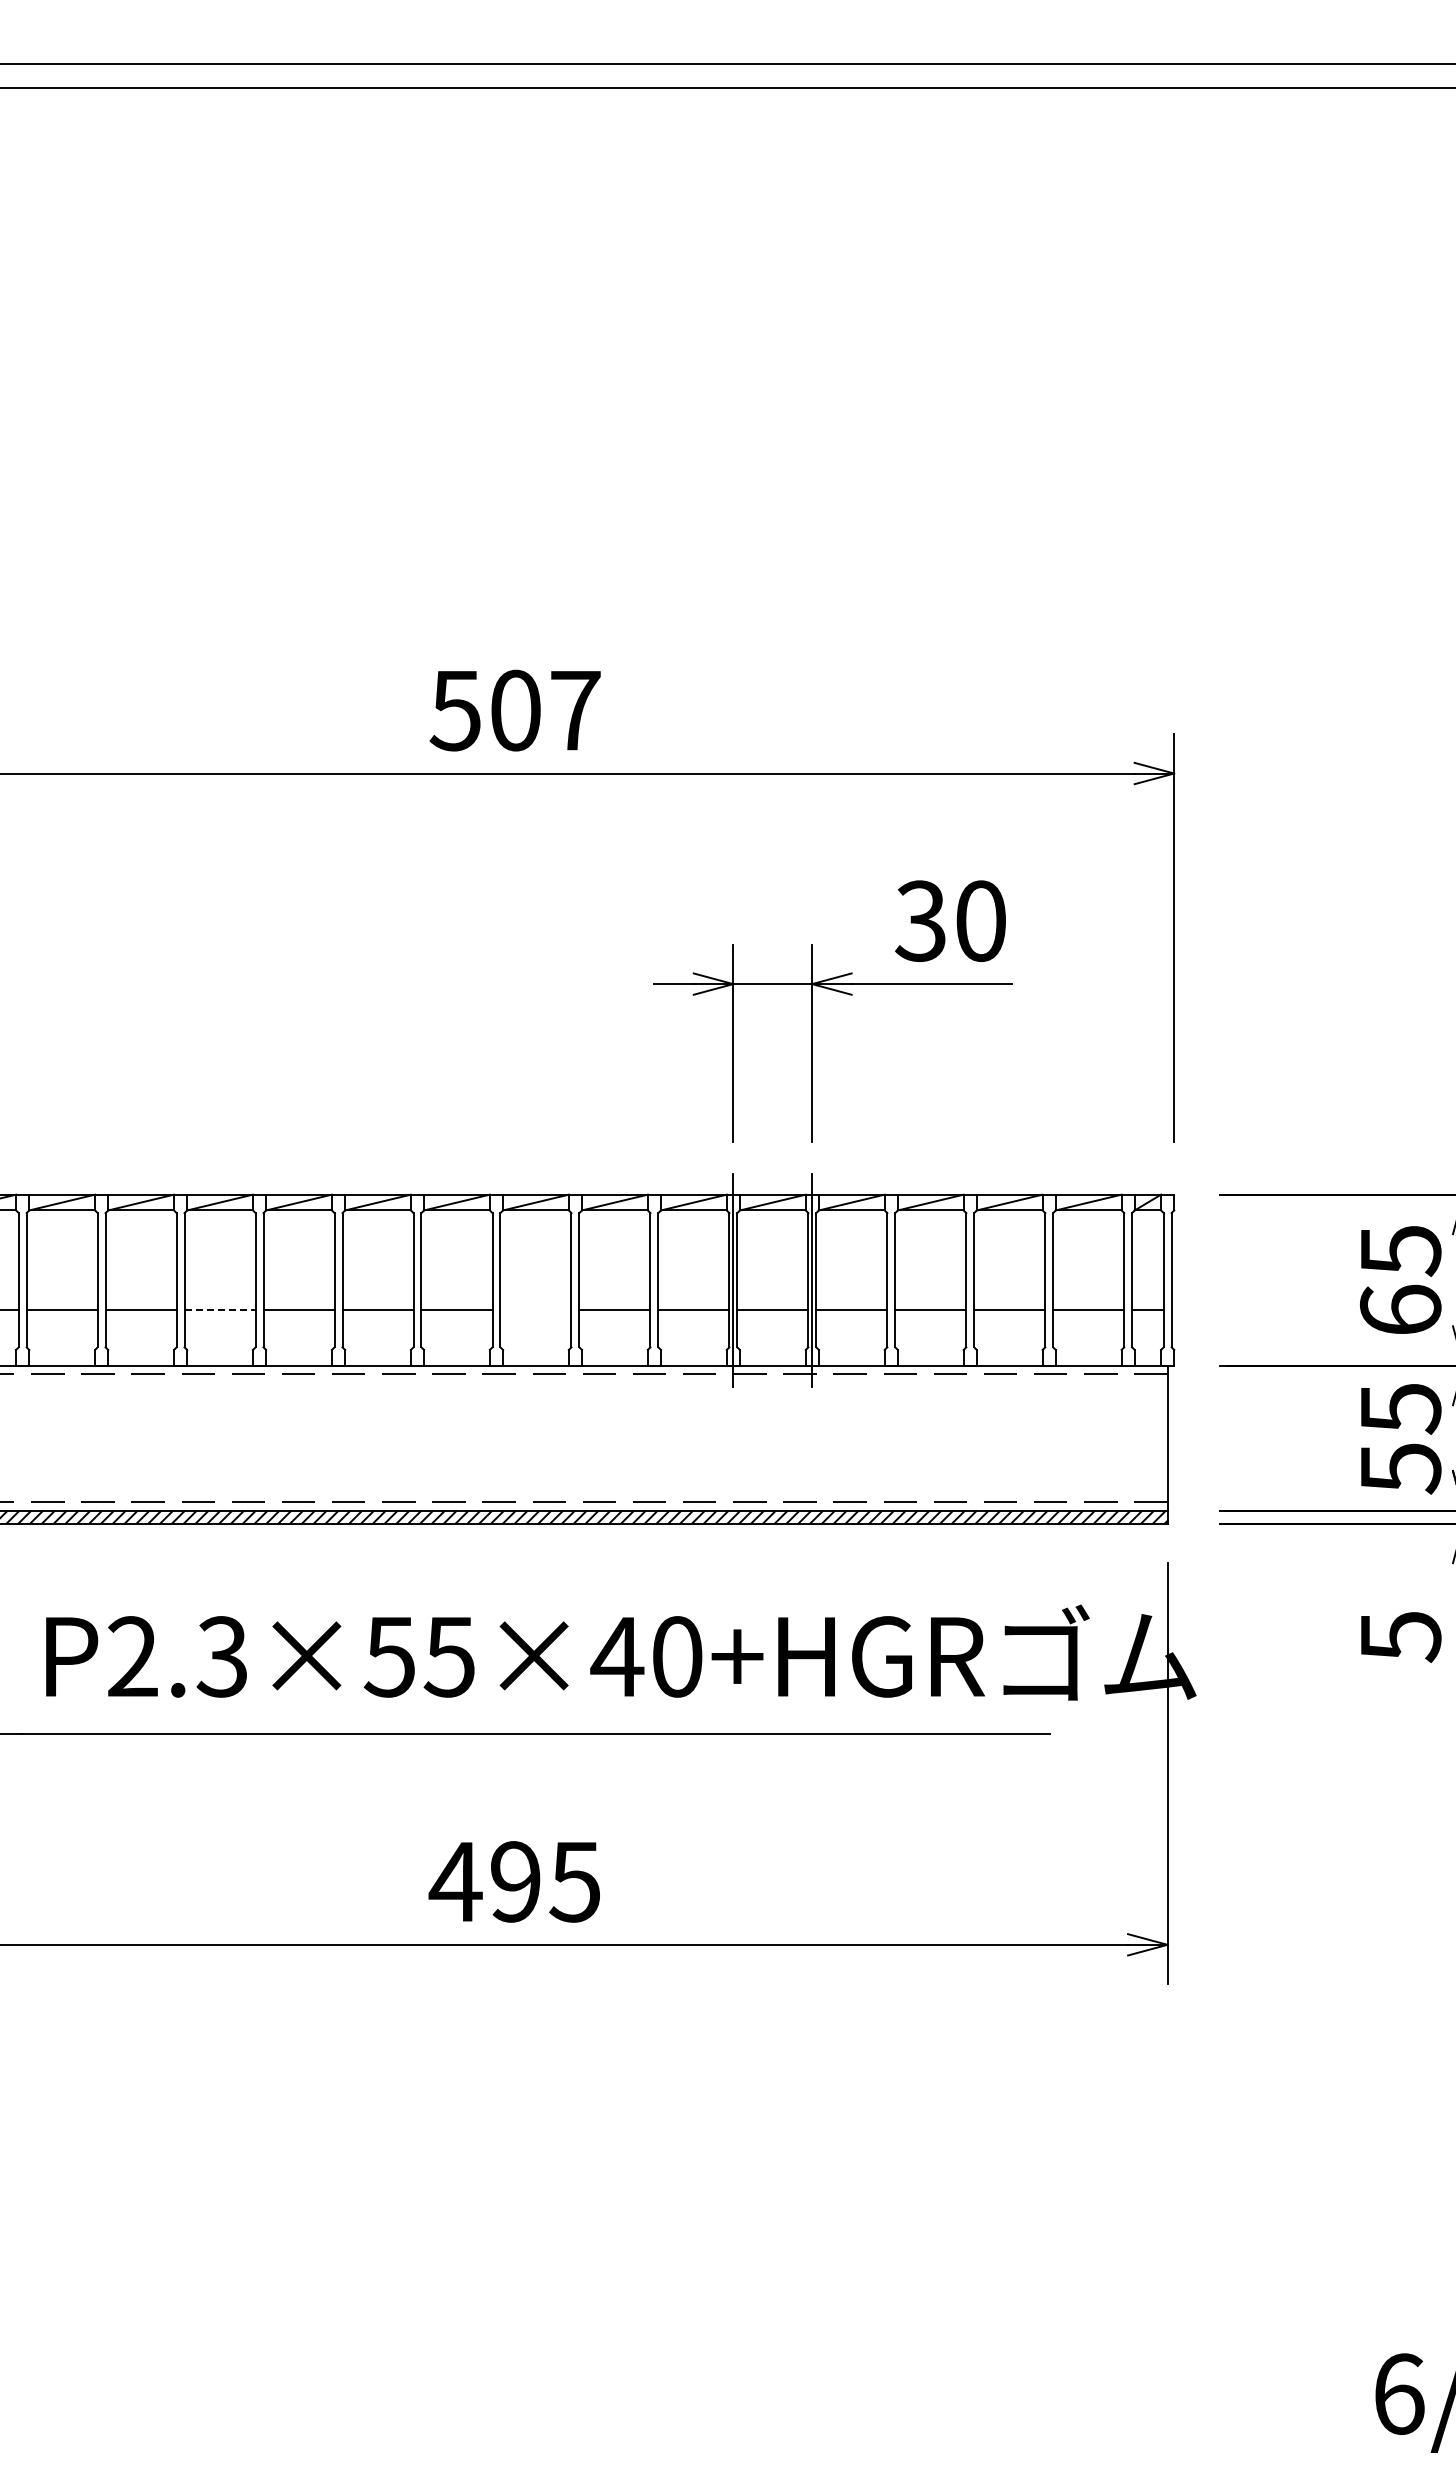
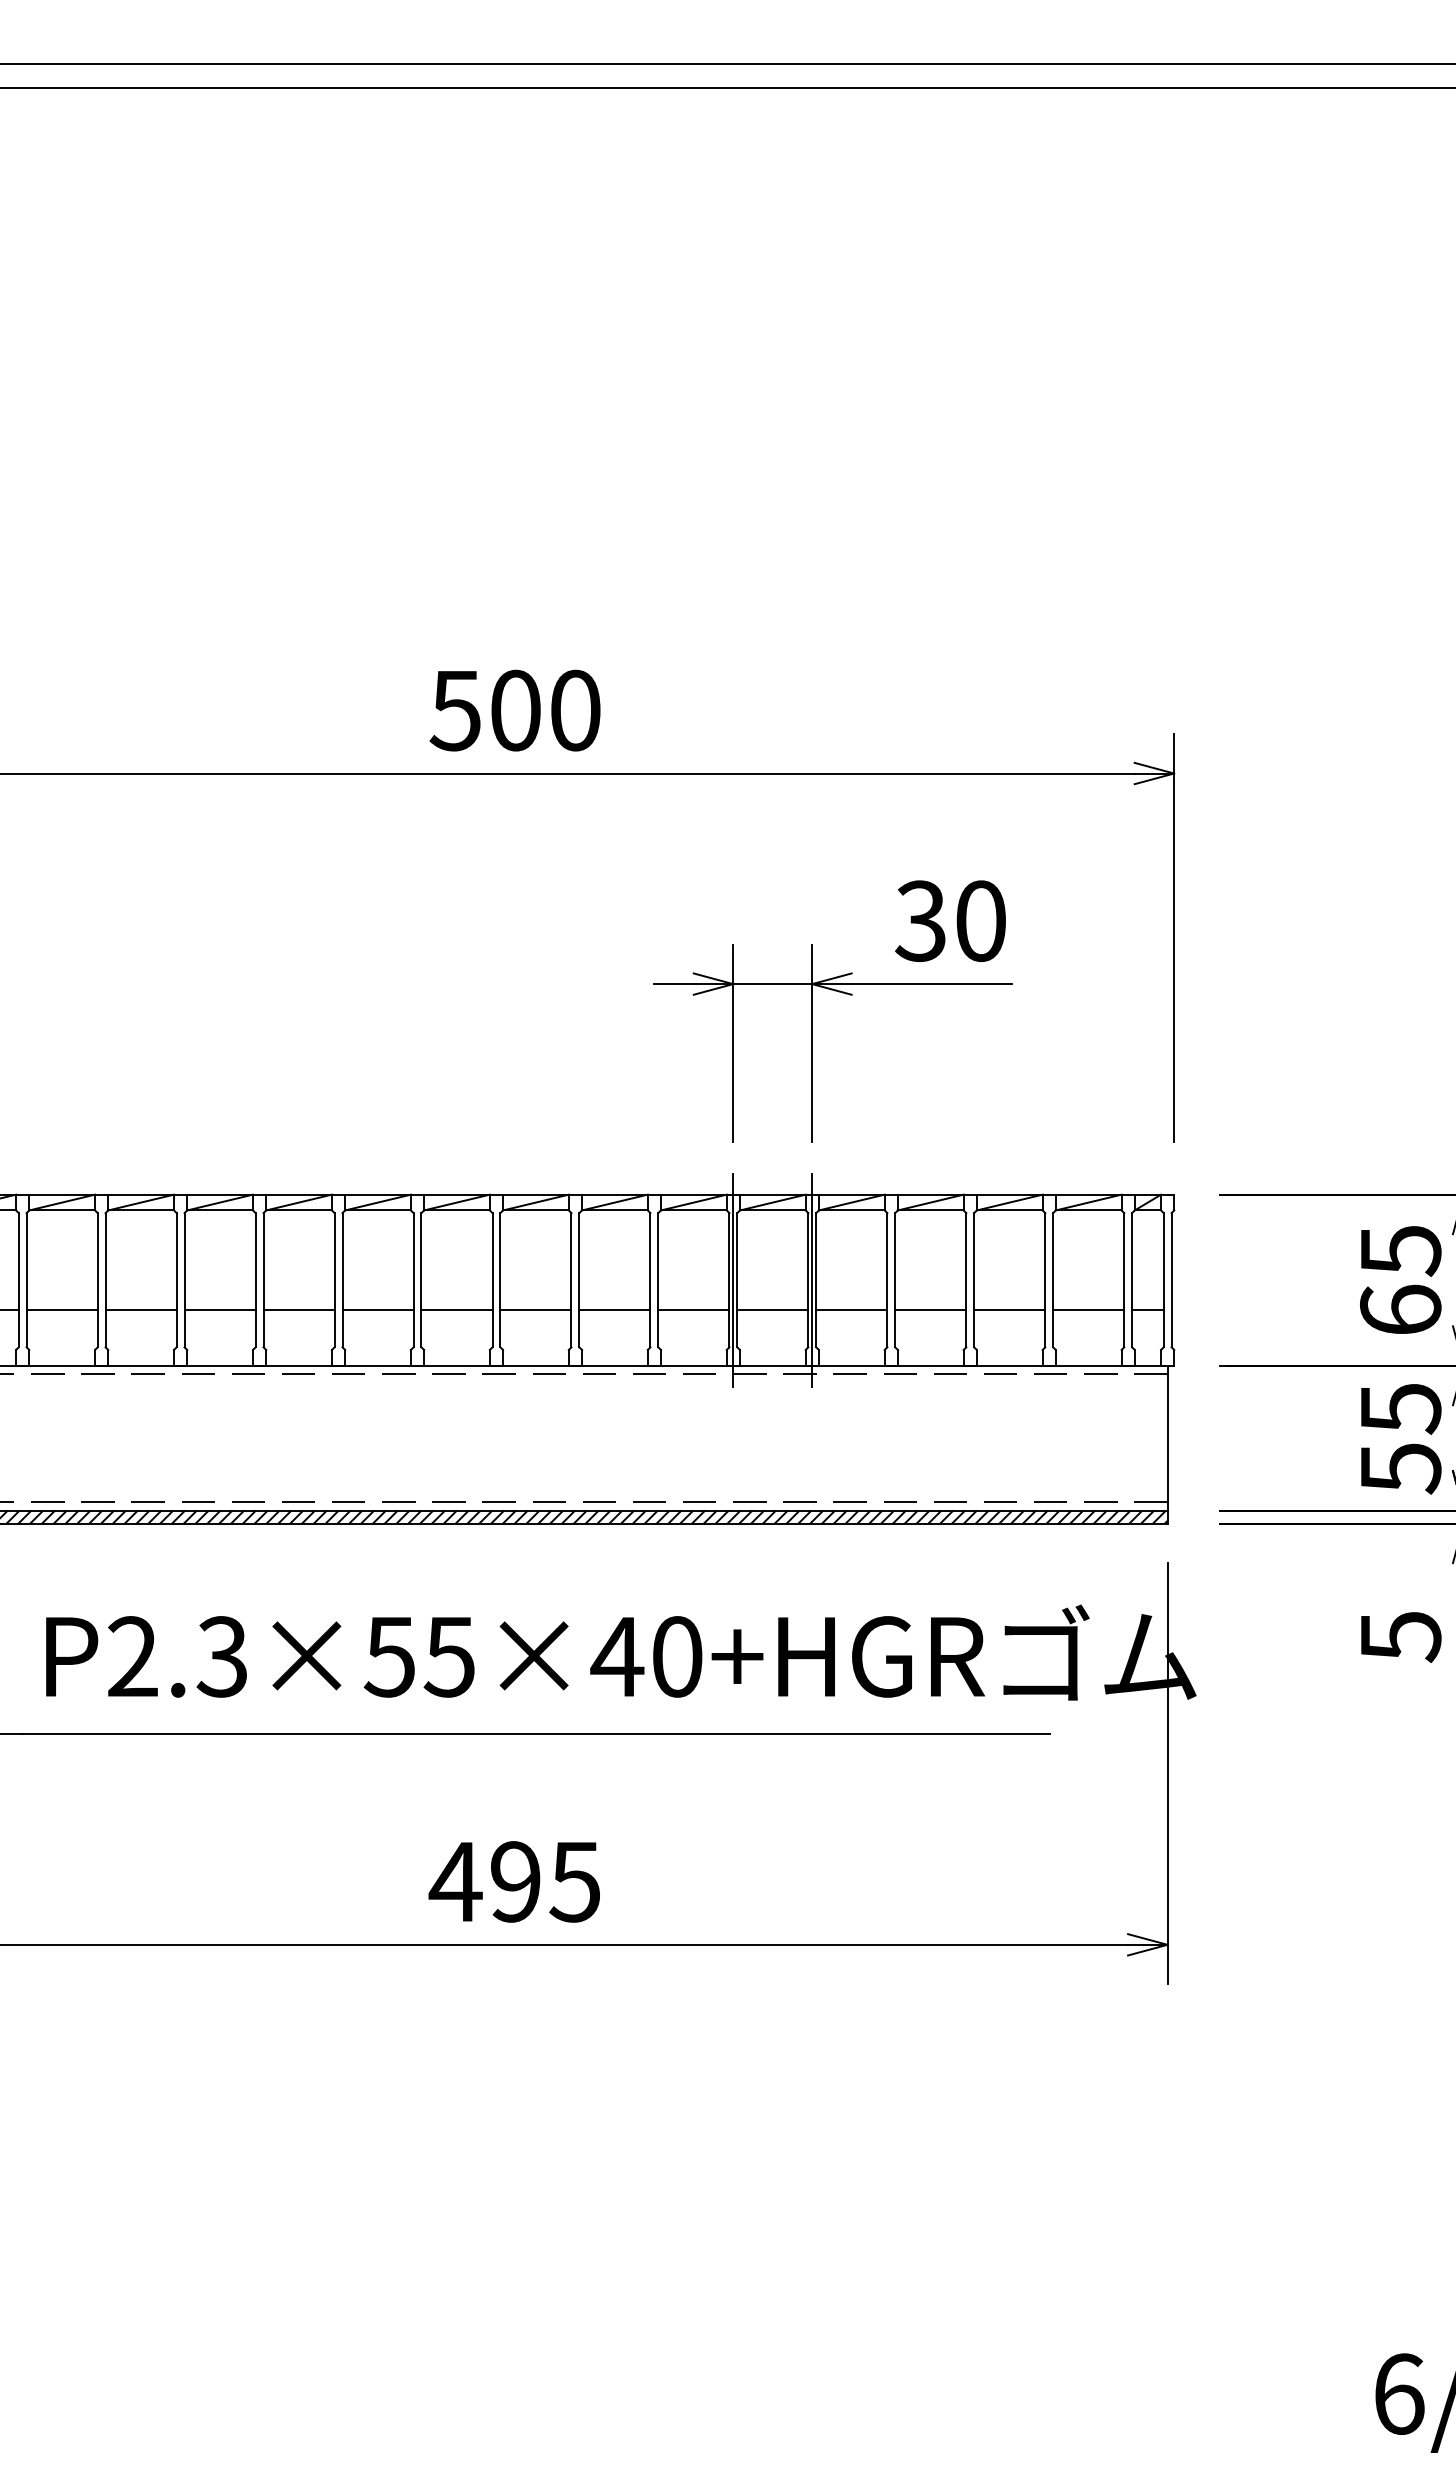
text at (575, 710): 507 -> 500
line at (220, 1310): dashed -> solid
line at (535, 1310): none -> present
